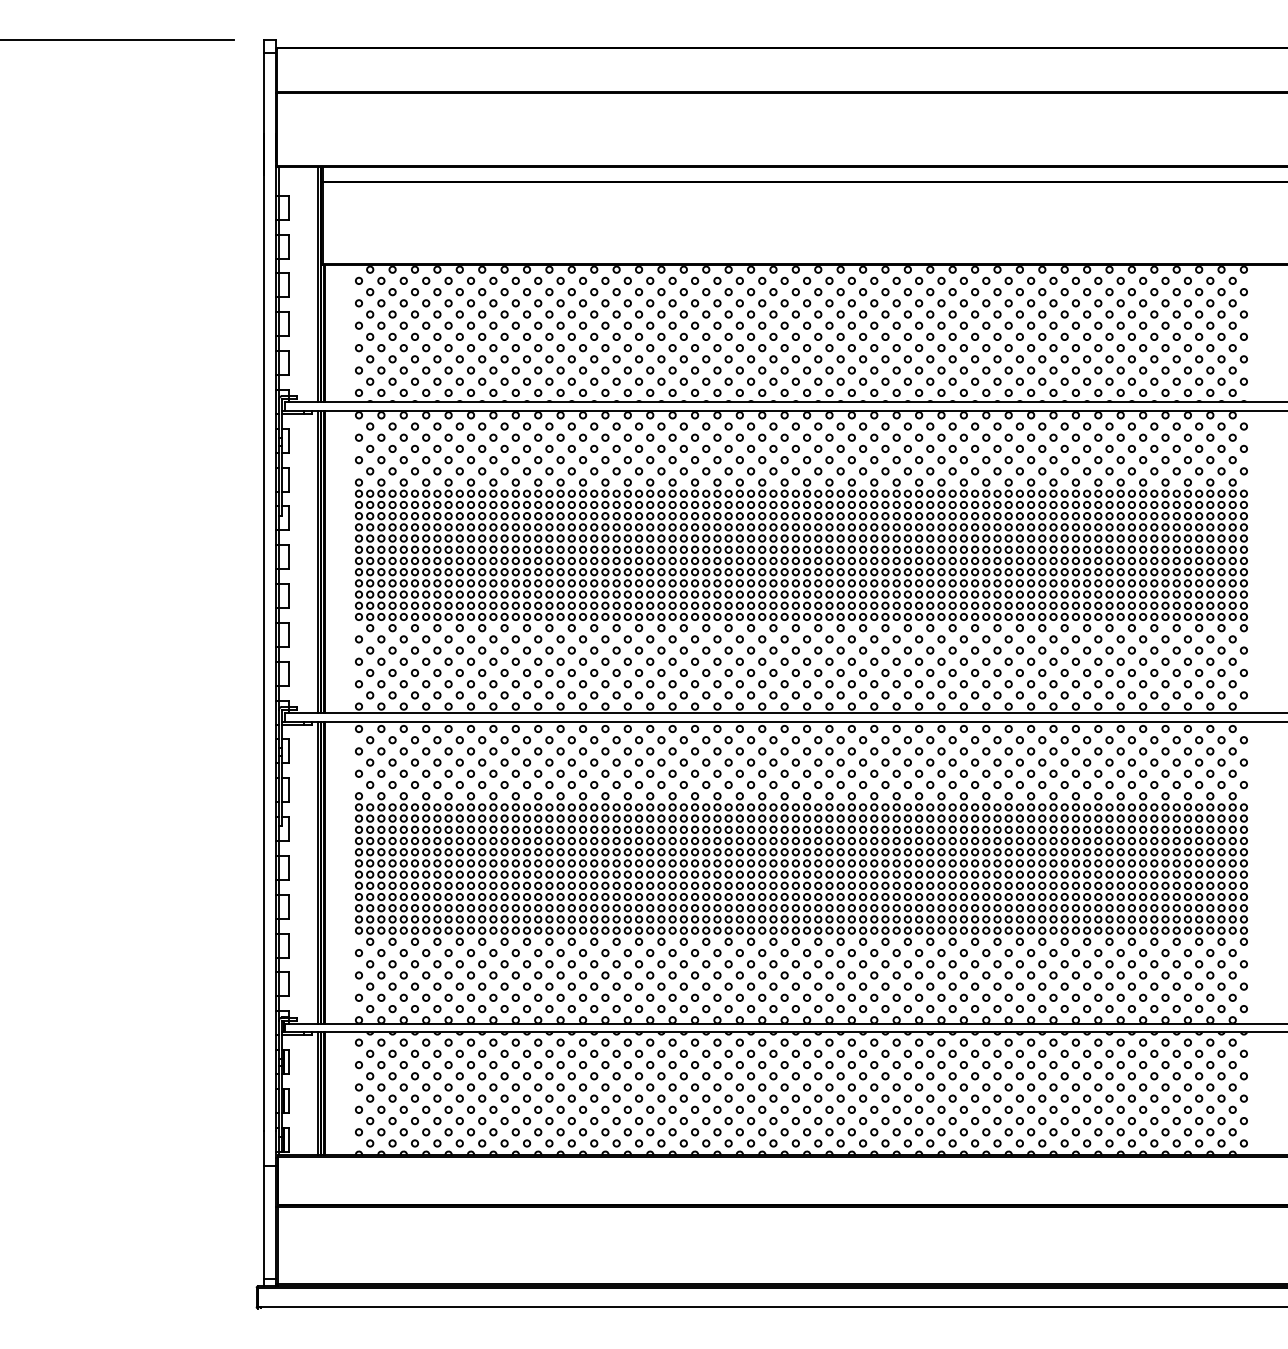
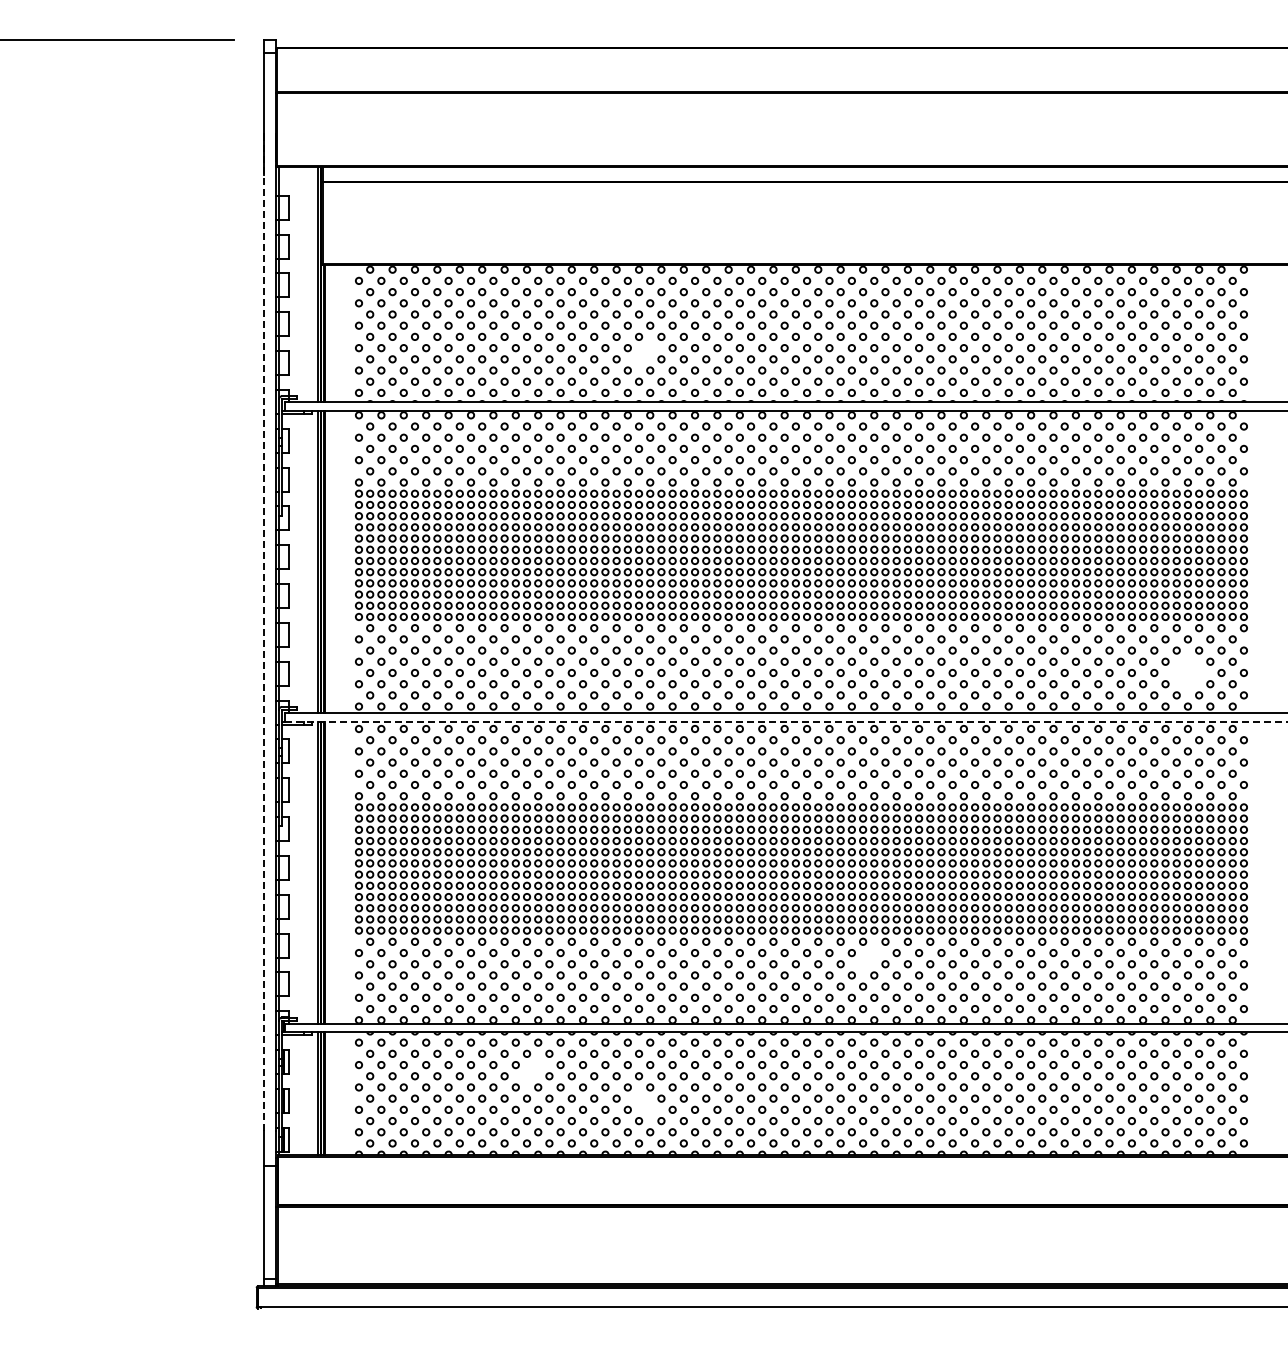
part at (644, 353): present -> none
line at (263, 631): solid -> dashed
part at (1187, 665): present -> none
line at (786, 721): solid -> dashed
part at (868, 958): present -> none
part at (532, 1070): present -> none
part at (644, 1103): present -> none
